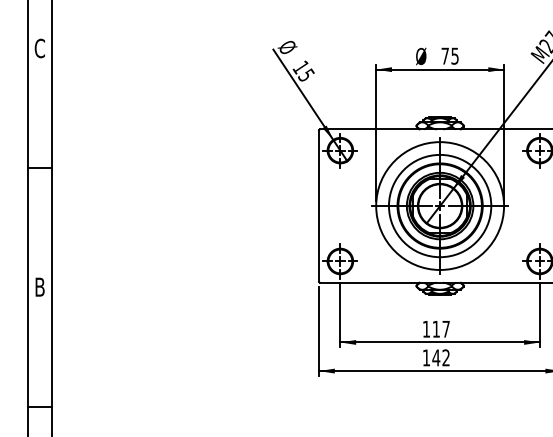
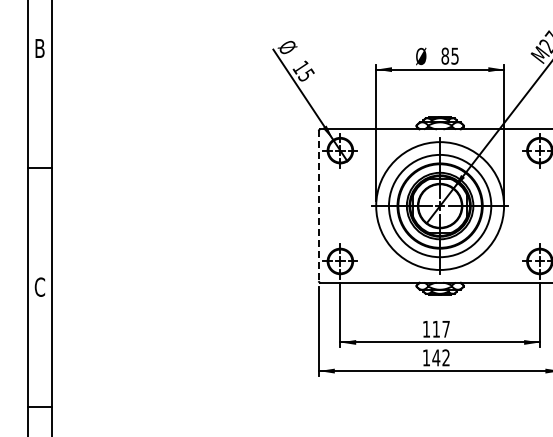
text at (39, 48): C -> B
text at (445, 55): 75 -> 85
line at (319, 206): solid -> dashed
text at (39, 286): B -> C
